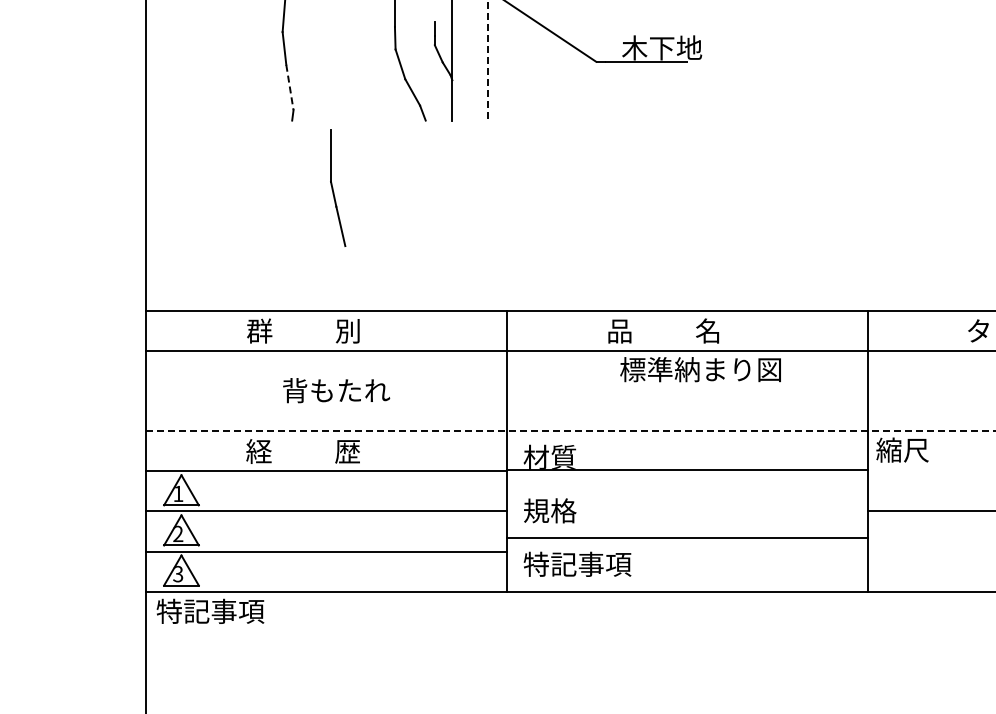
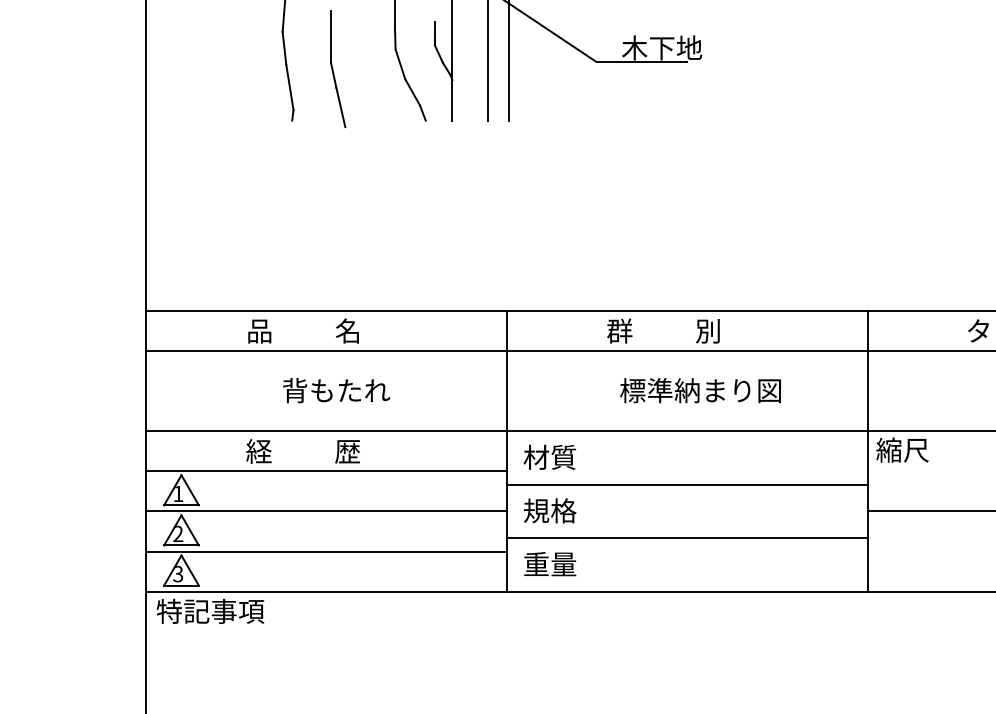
line at (488, 60): dashed -> solid
line at (508, 61): none -> present
line at (290, 88): dashed -> solid
part at (338, 187) position: (338, 187) -> (338, 68)
text at (303, 330): 群          別 -> 品          名
text at (663, 330): 品          名 -> 群          別
text at (700, 369) position: (700, 369) -> (700, 390)
line at (571, 431): dashed -> solid
line at (686, 469) position: (686, 469) -> (686, 484)
text at (577, 563): 特記事項 -> 重量
